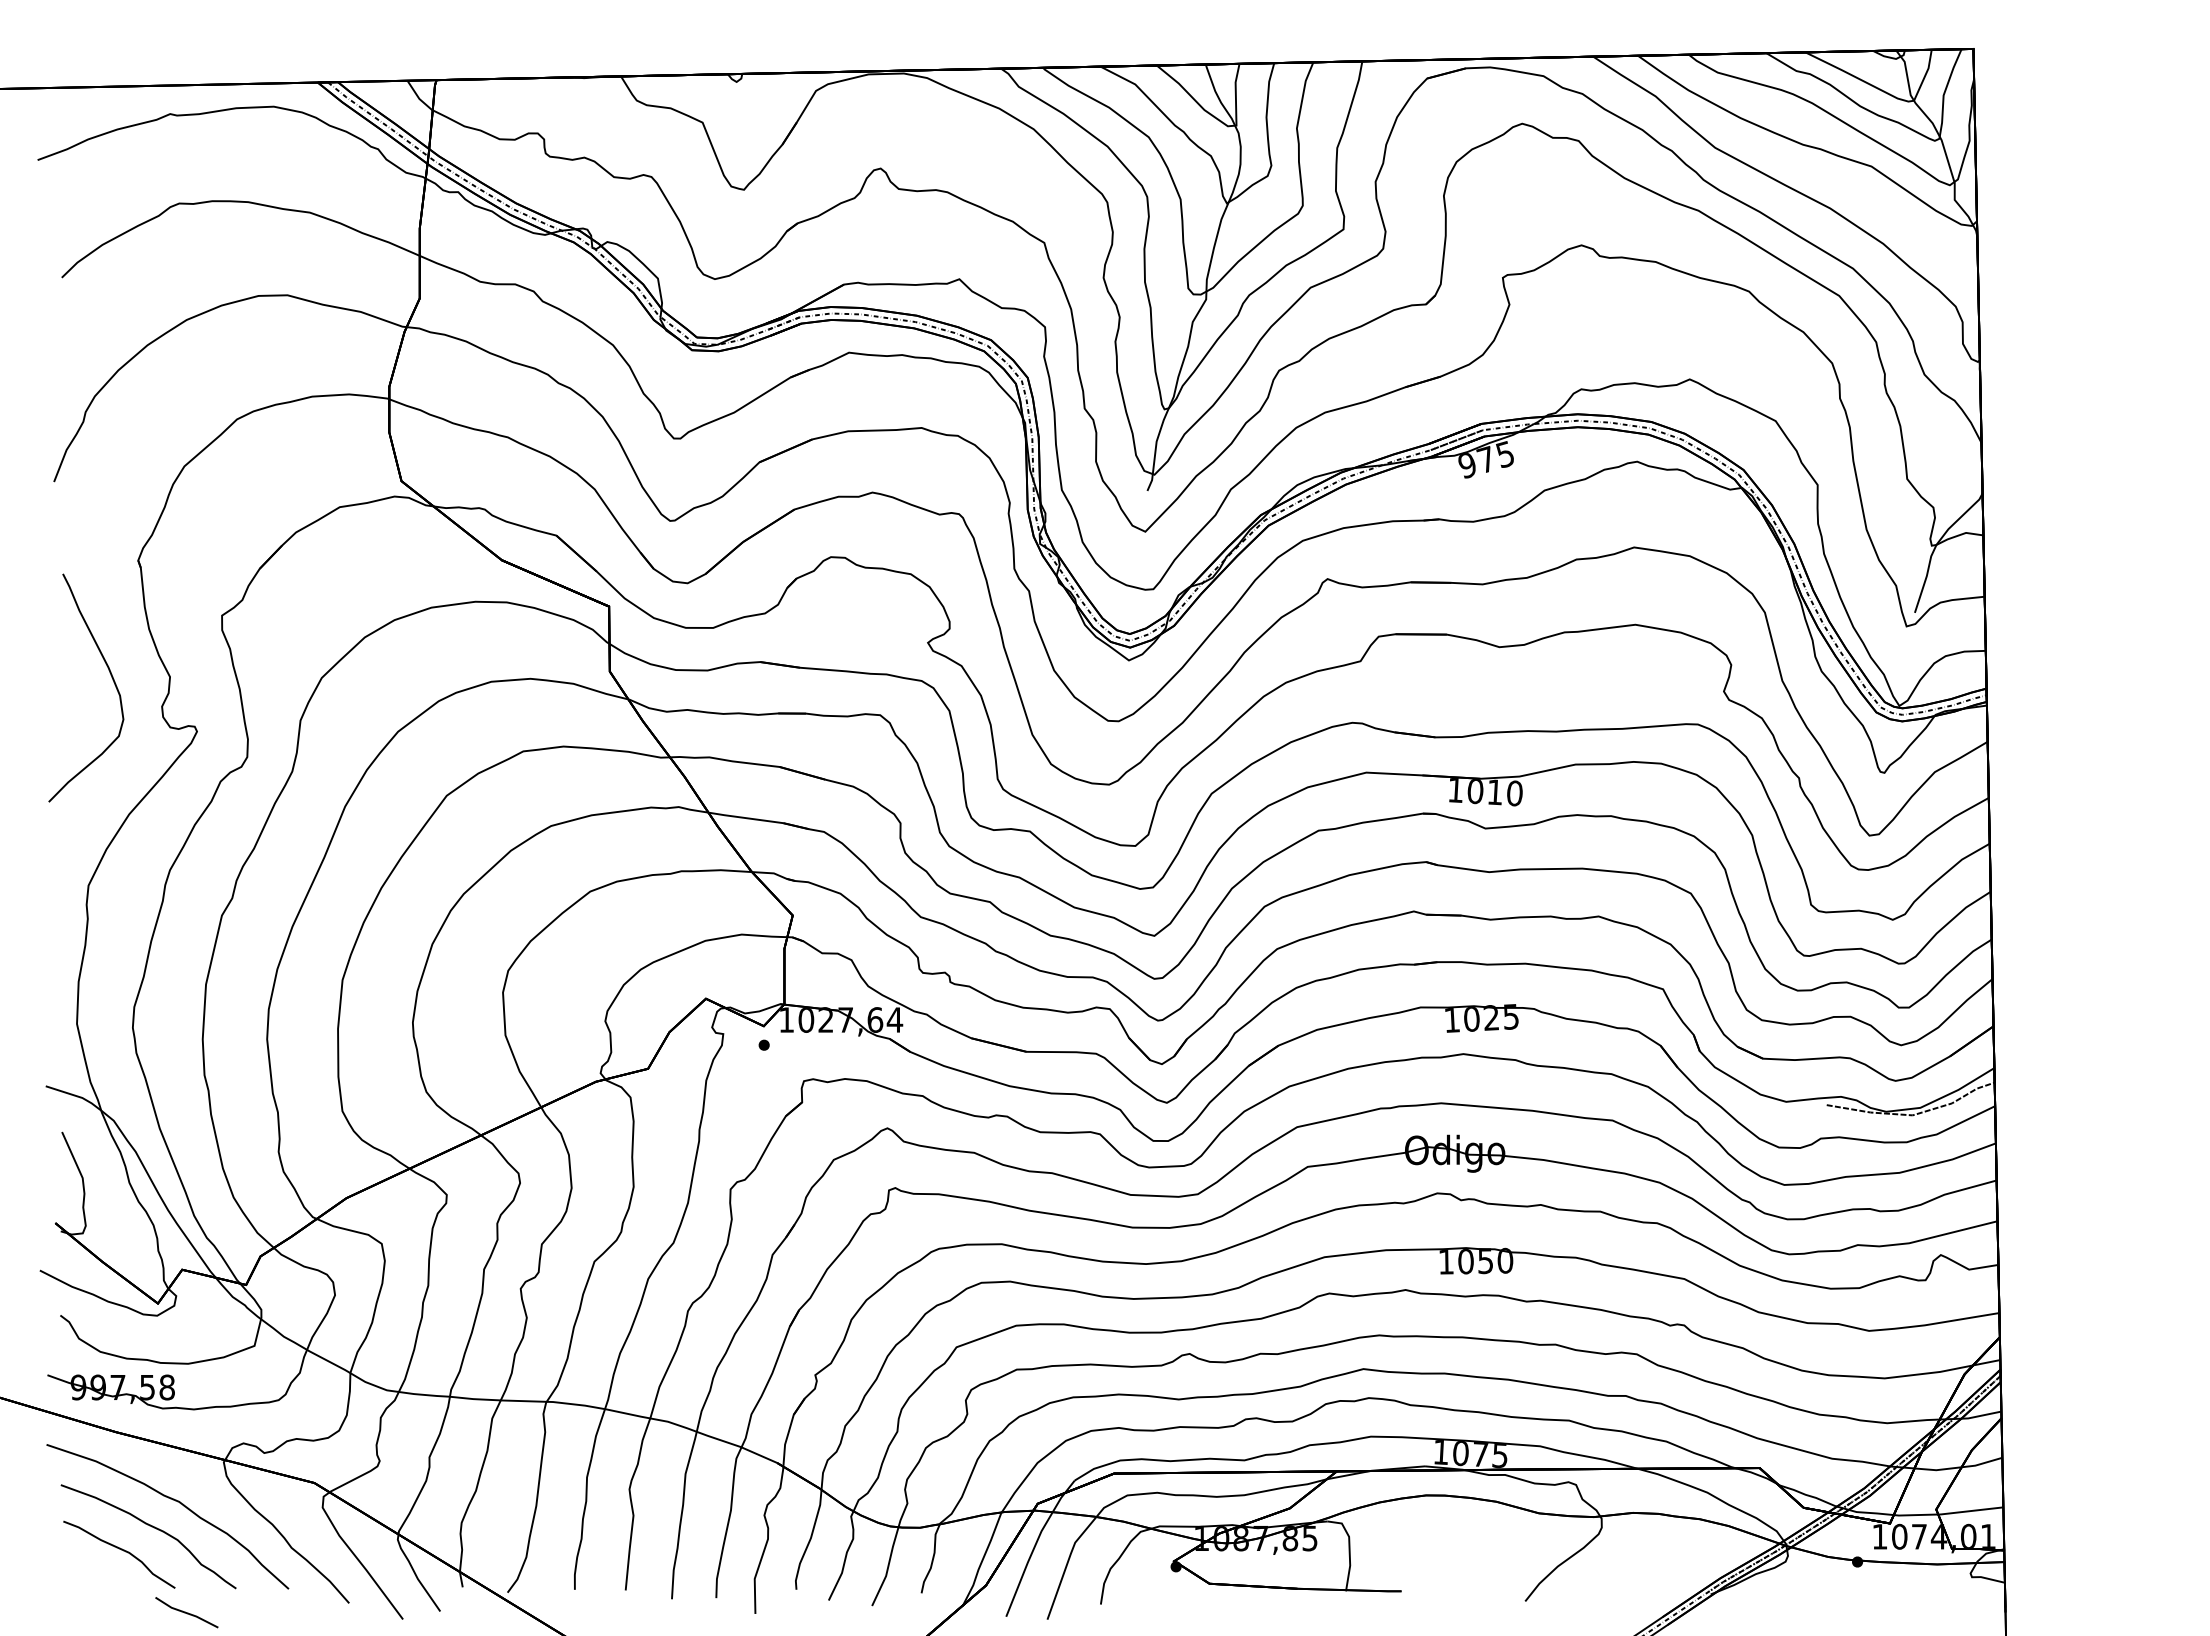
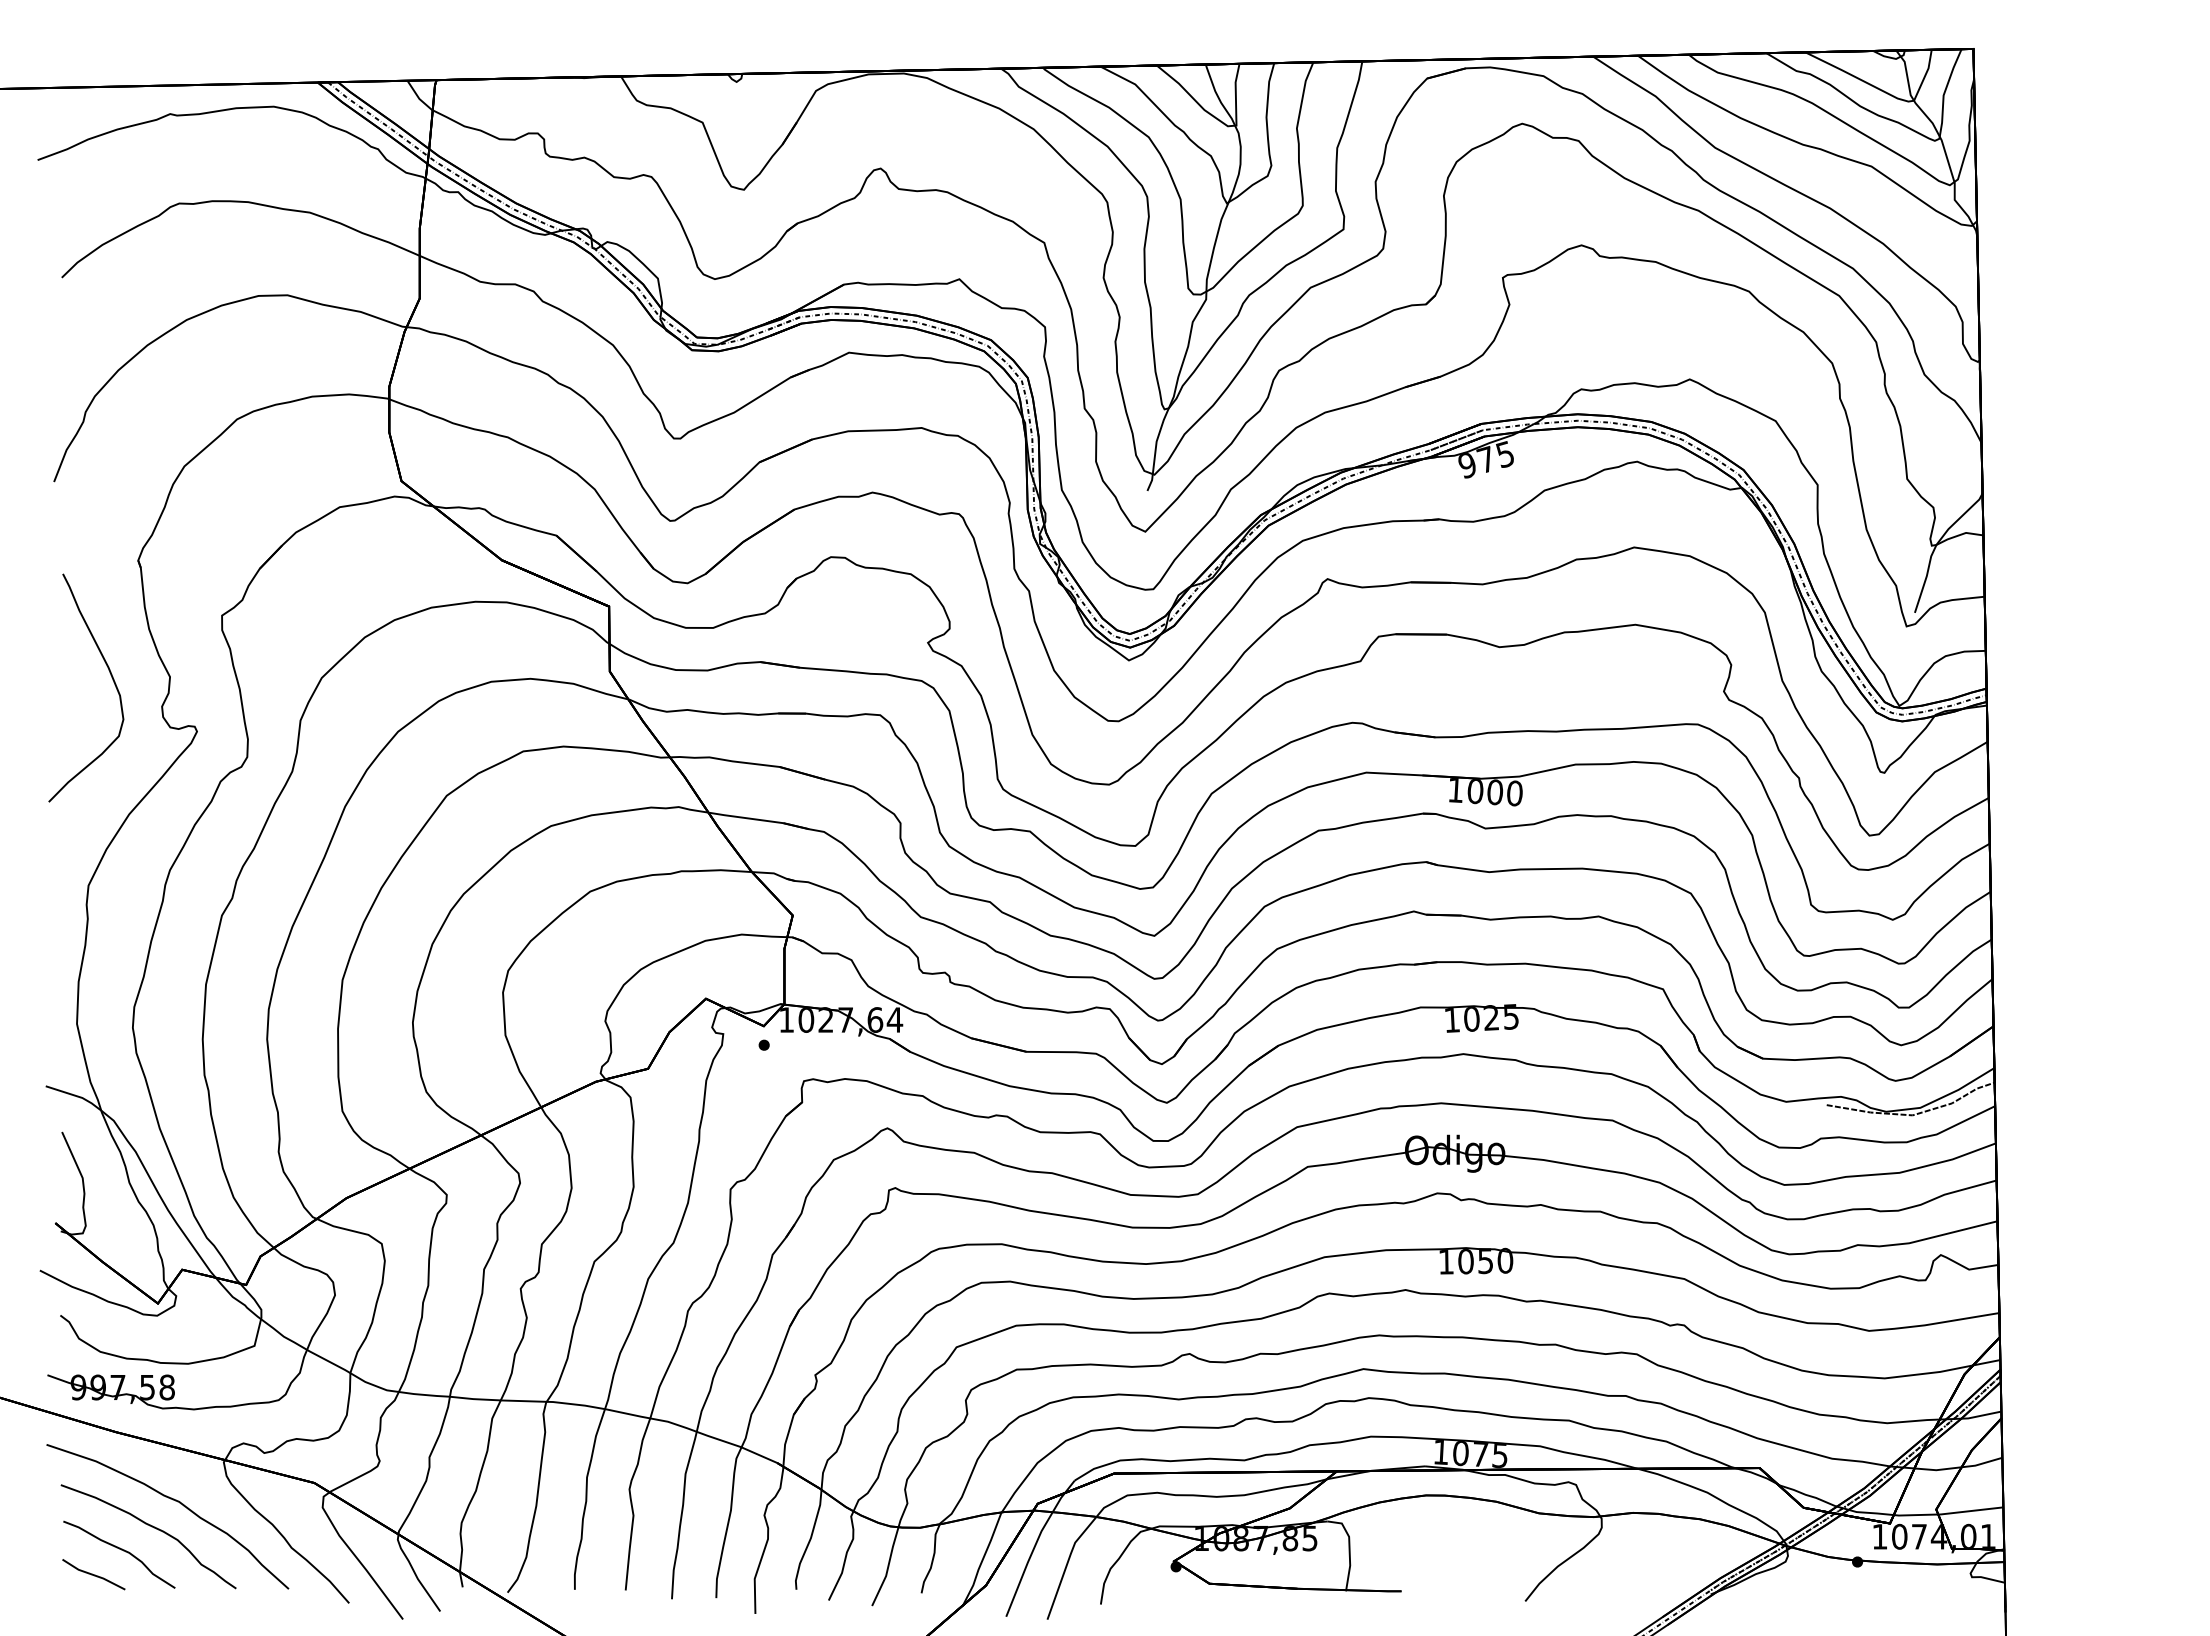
text at (1495, 792): 1010 -> 1000
line at (186, 1612) position: (186, 1612) -> (93, 1574)
